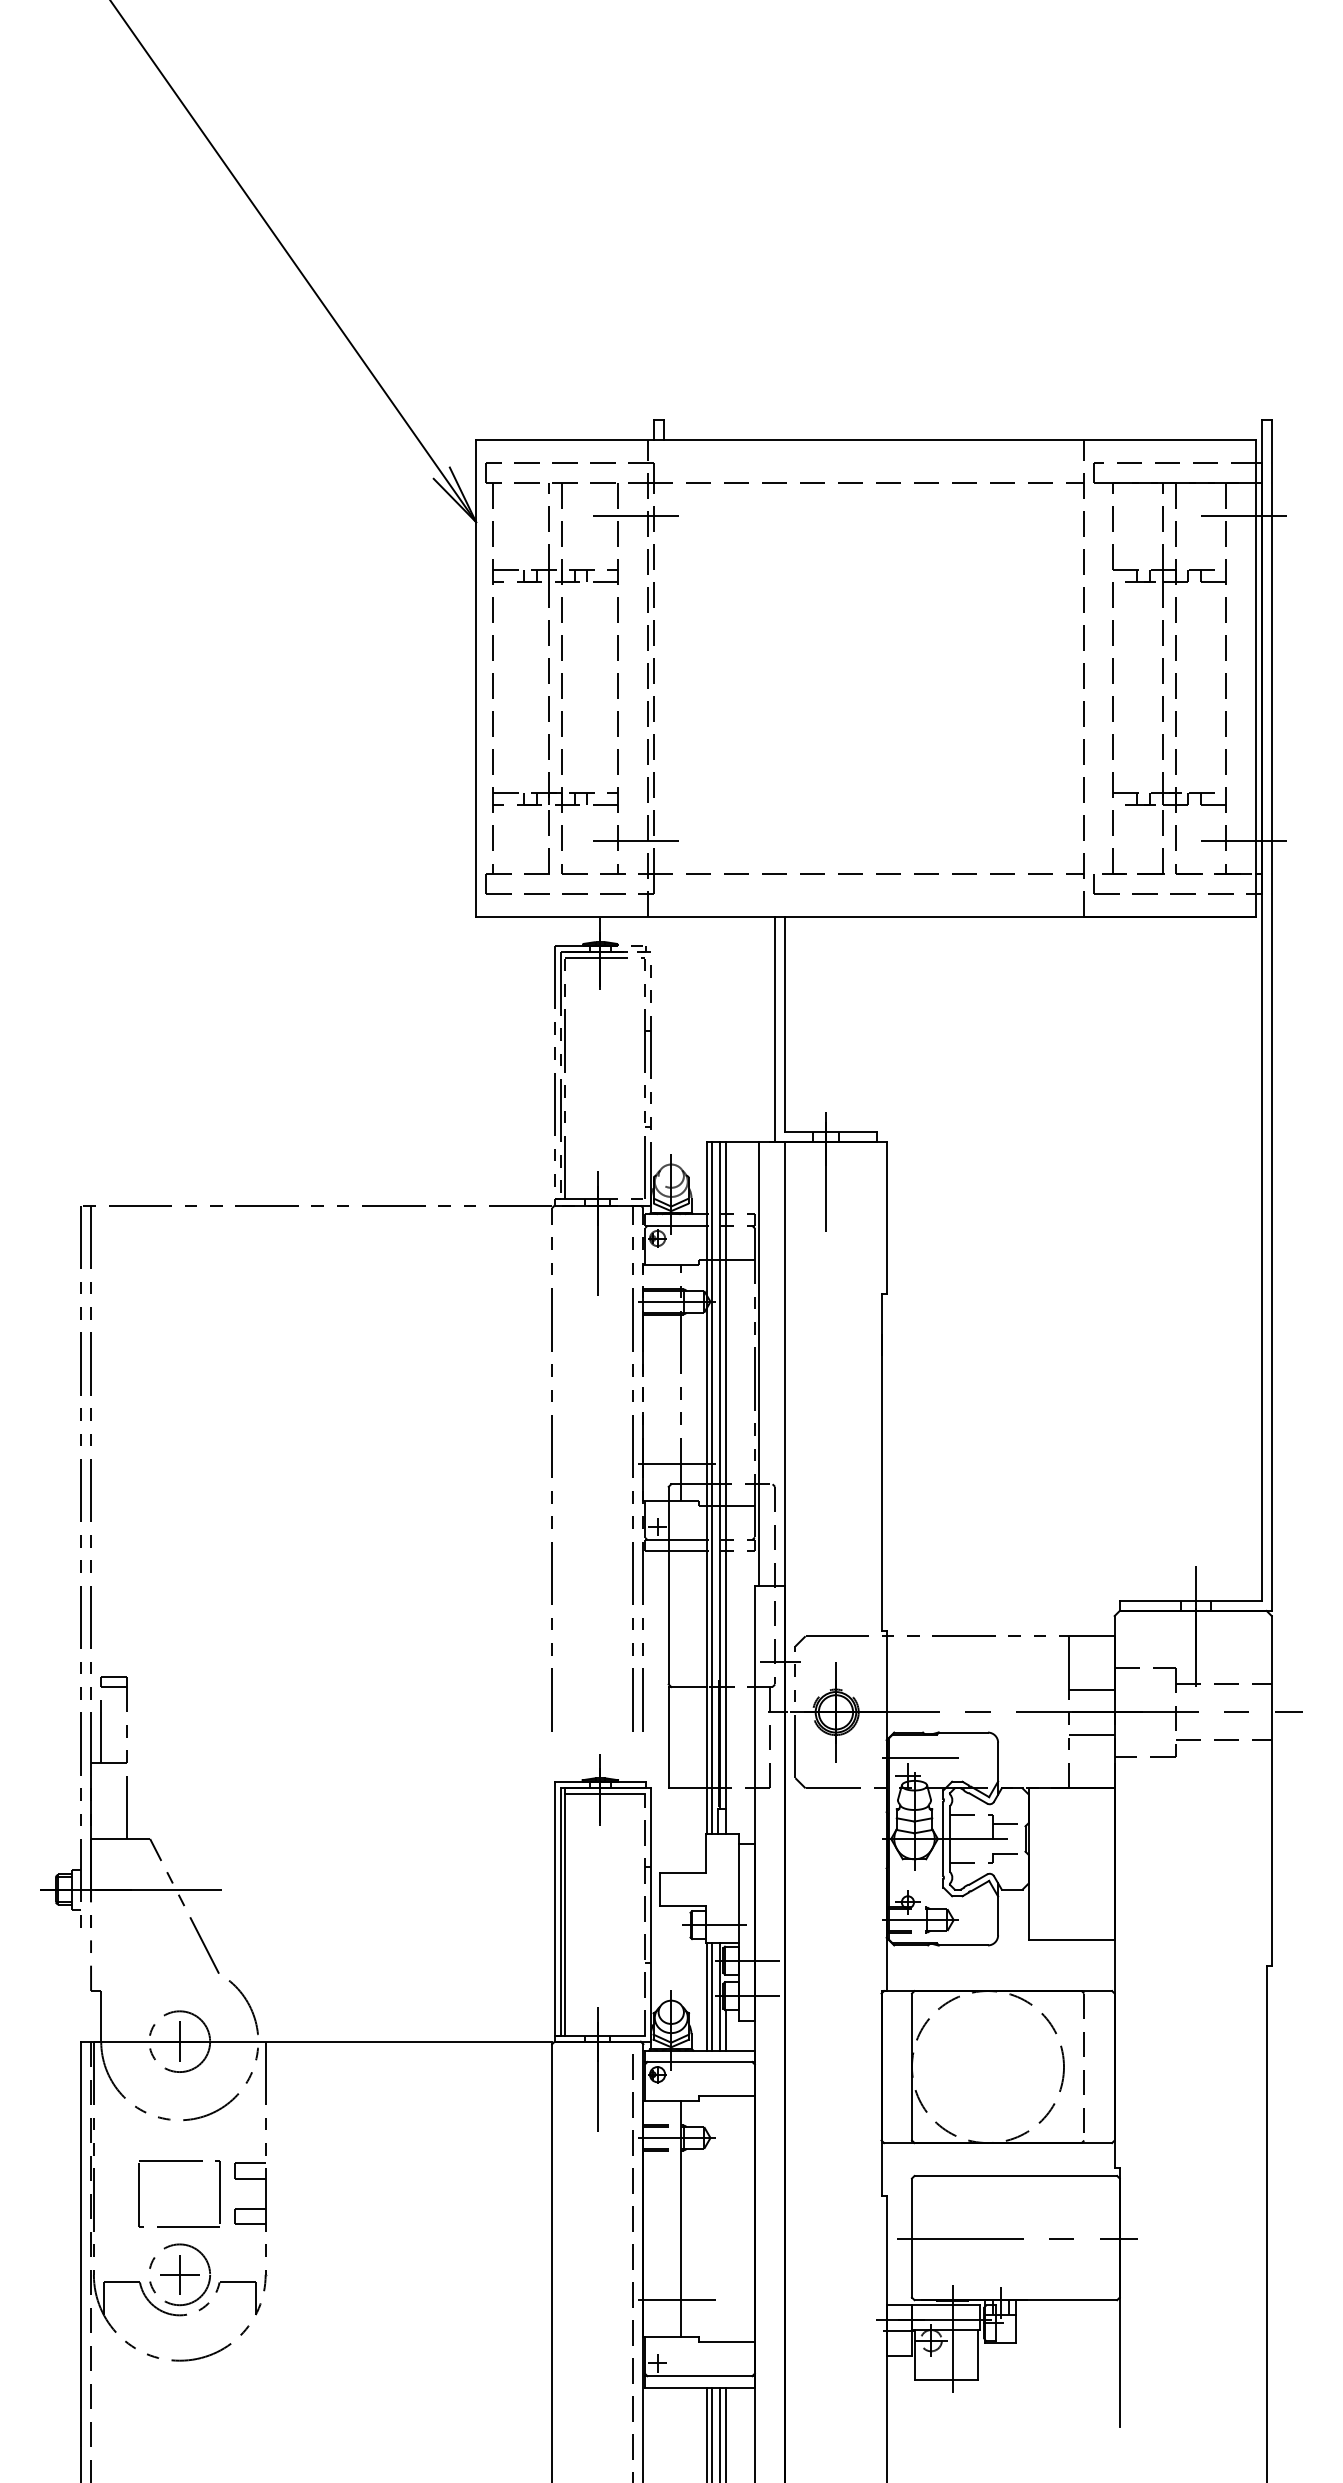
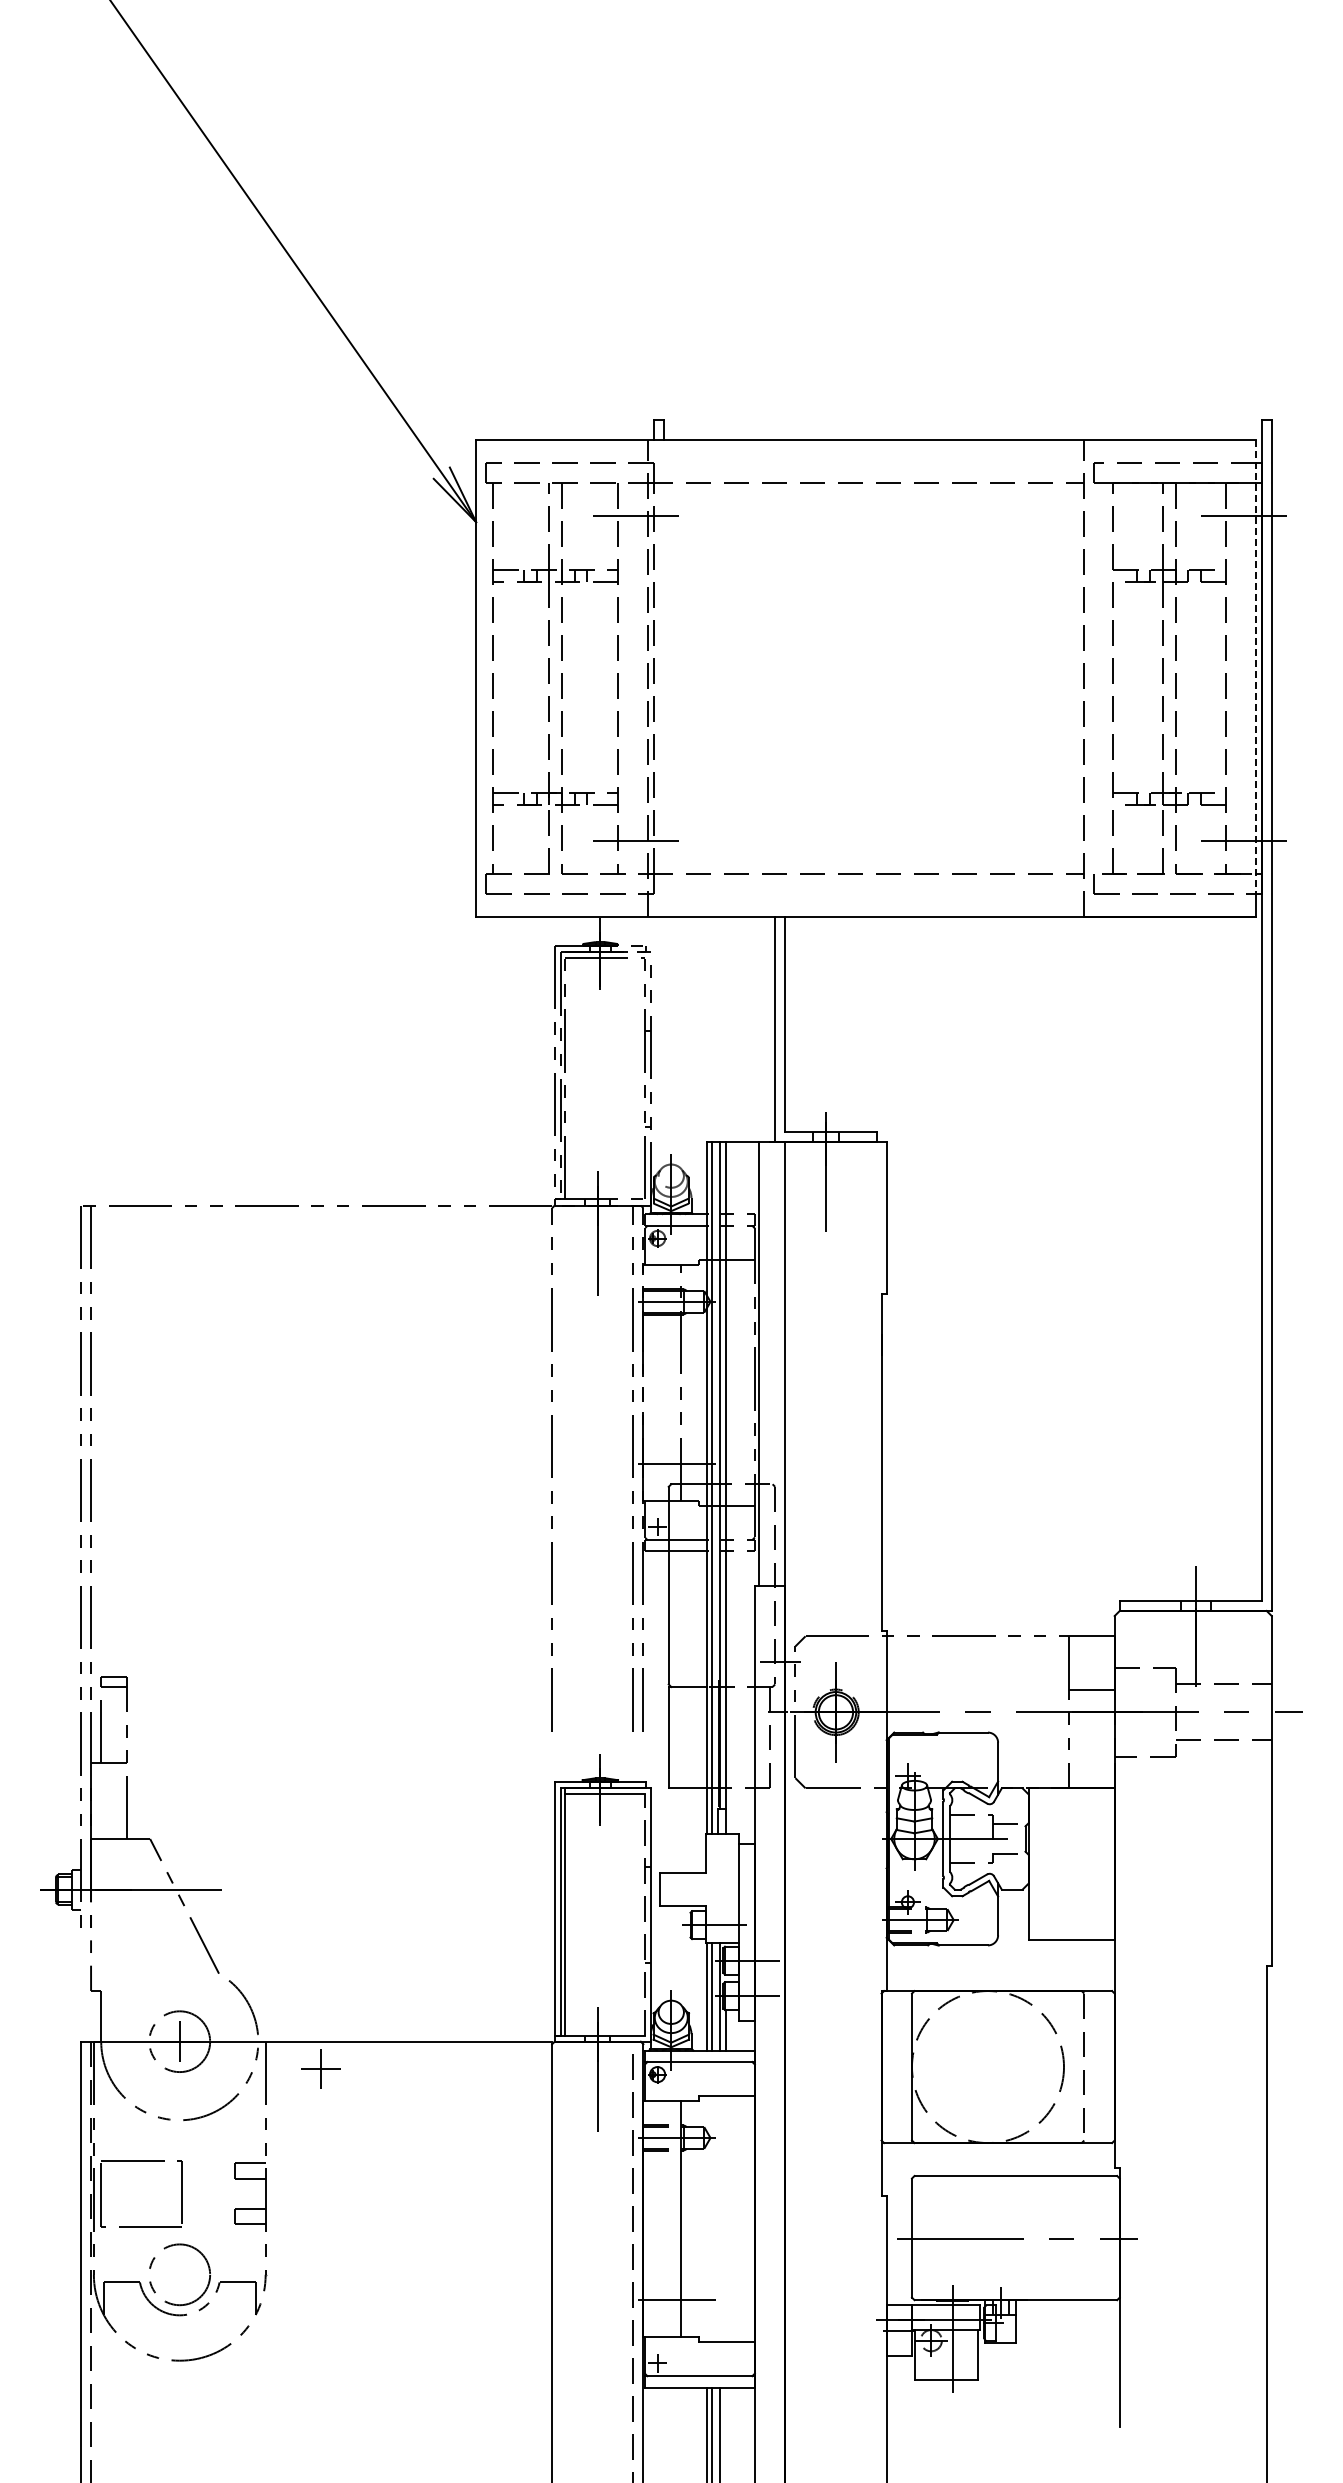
line at (1256, 667): solid -> dashed
line at (1091, 1735): present -> none
line at (919, 1757): present -> none
part at (179, 2161) position: (179, 2161) -> (141, 2161)
part at (179, 2274) position: (179, 2274) -> (320, 2068)
line at (726, 2433): present -> none
